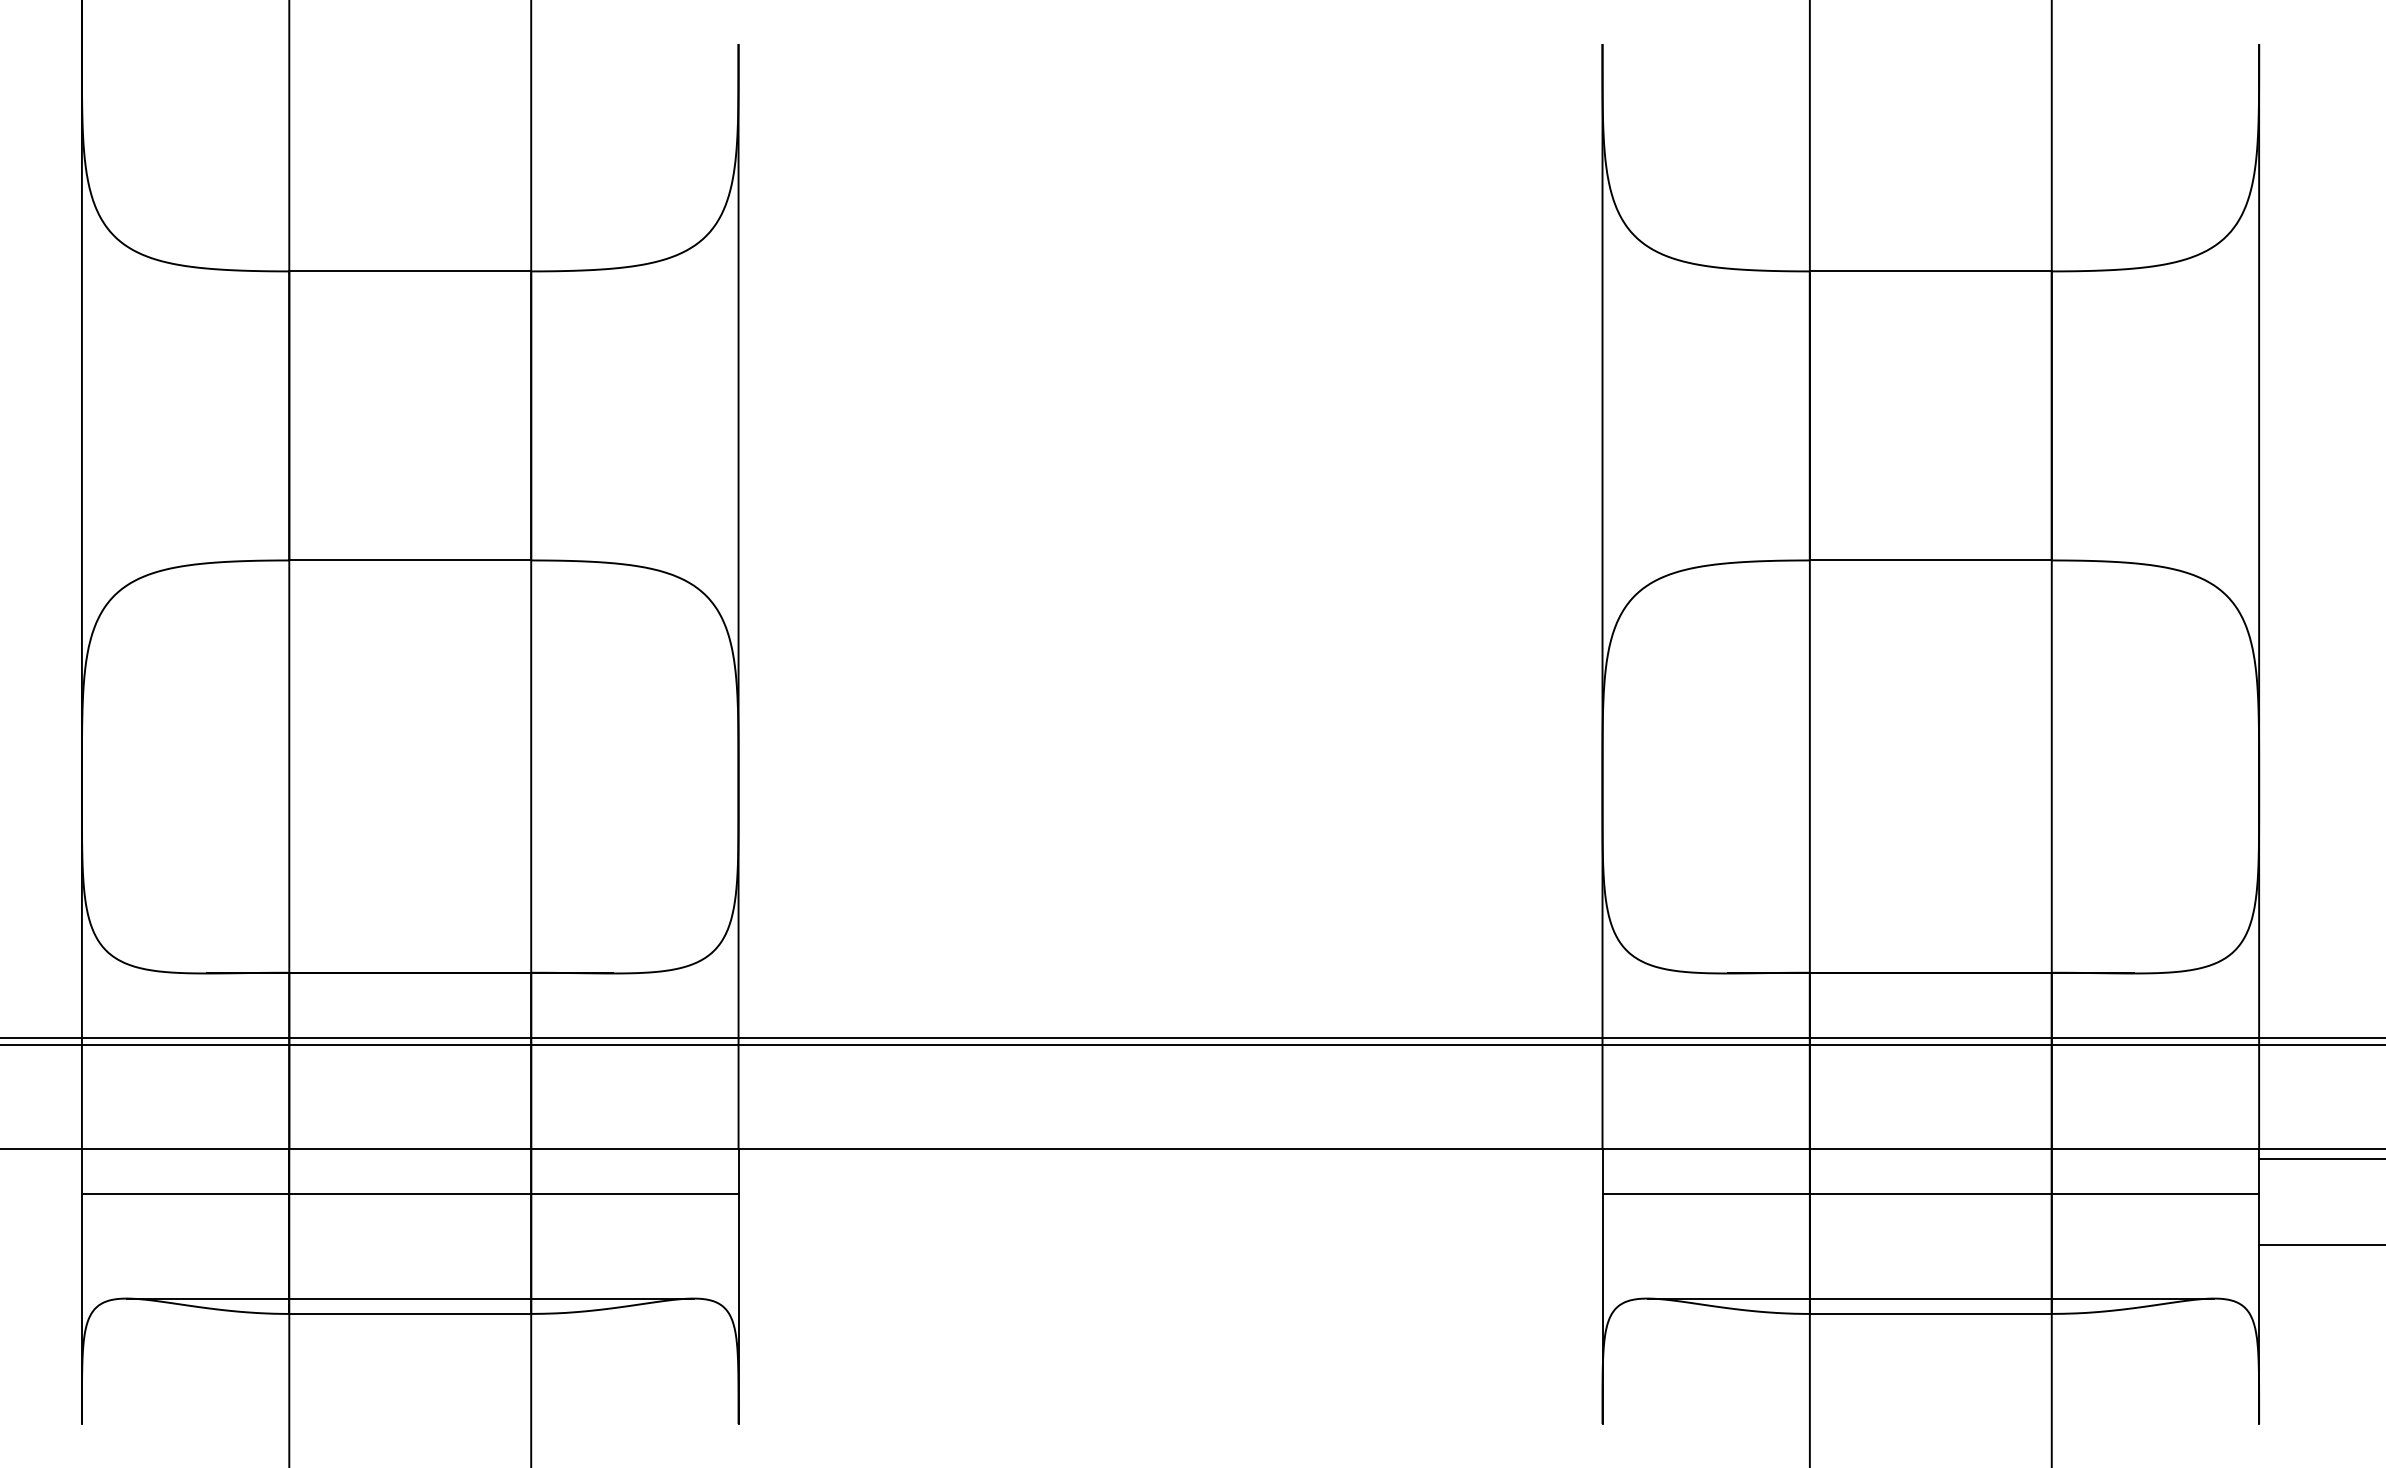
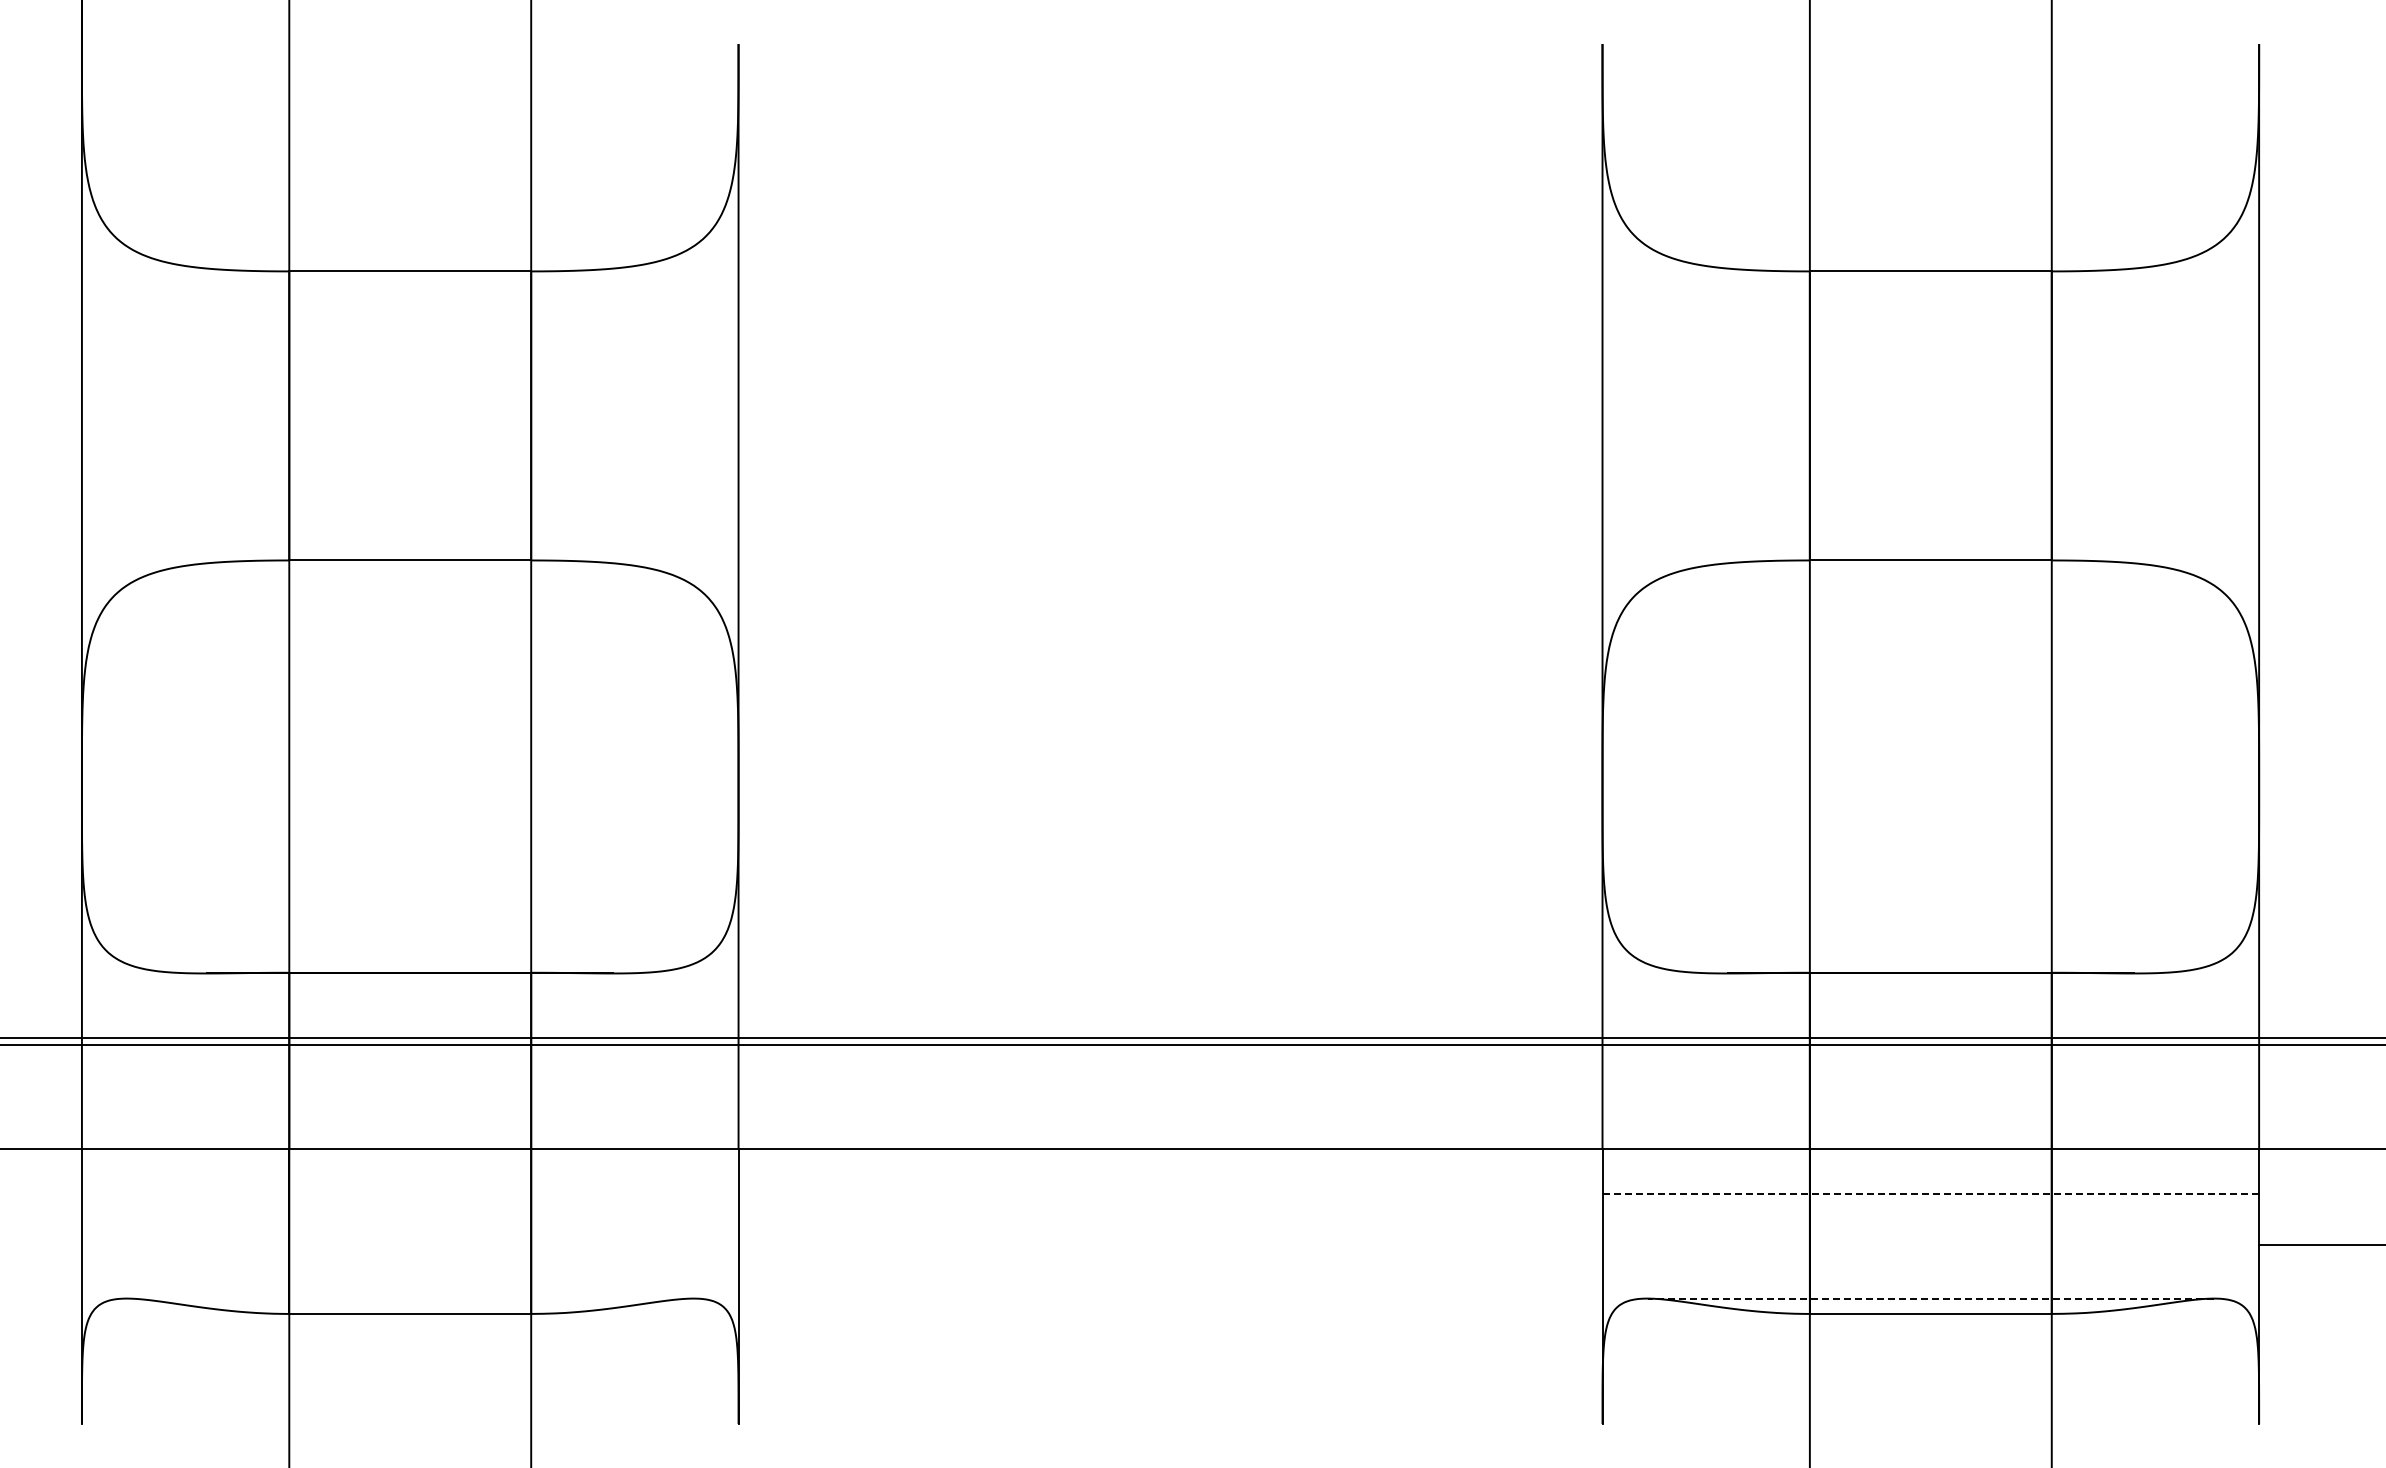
line at (2320, 1158): present -> none
line at (409, 1193): present -> none
line at (1931, 1193): solid -> dashed
line at (410, 1298): present -> none
line at (1930, 1298): solid -> dashed
